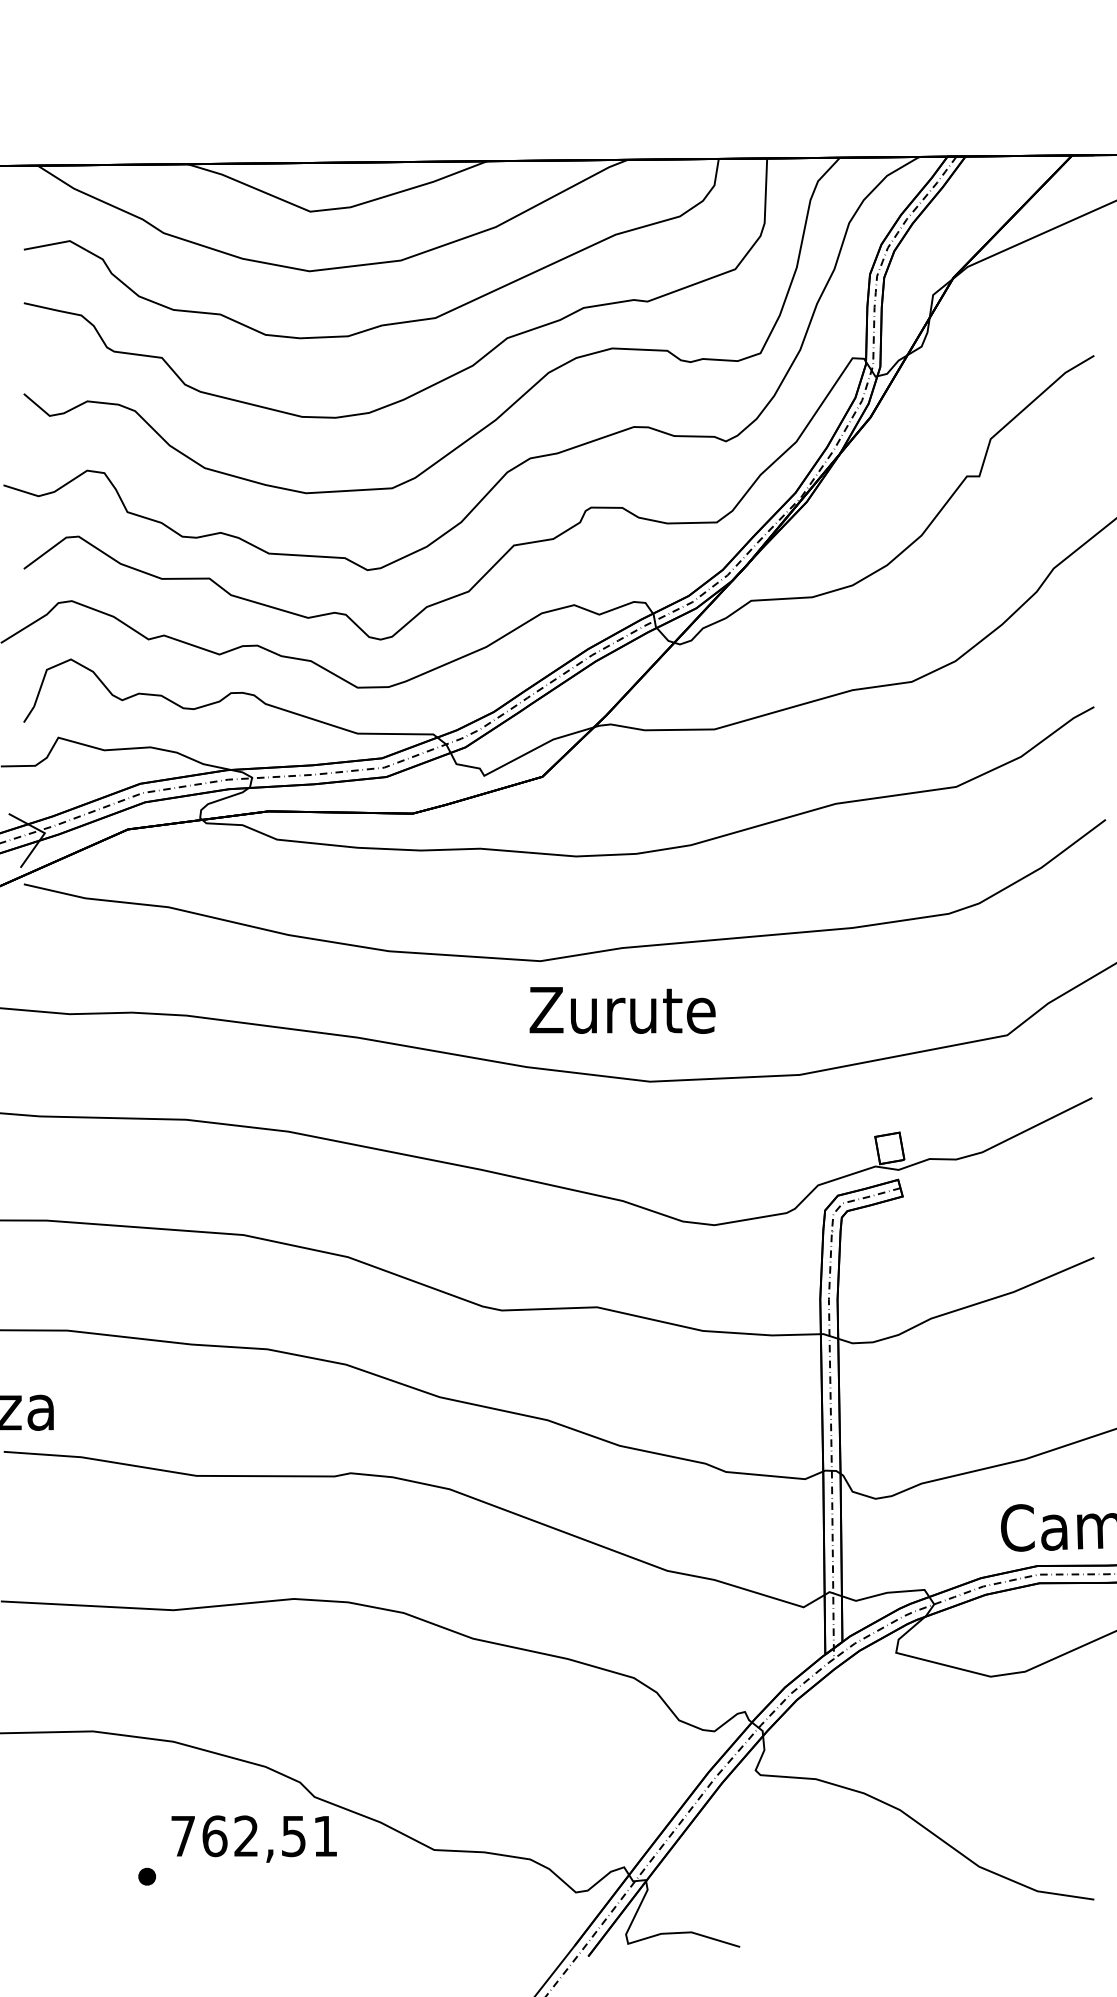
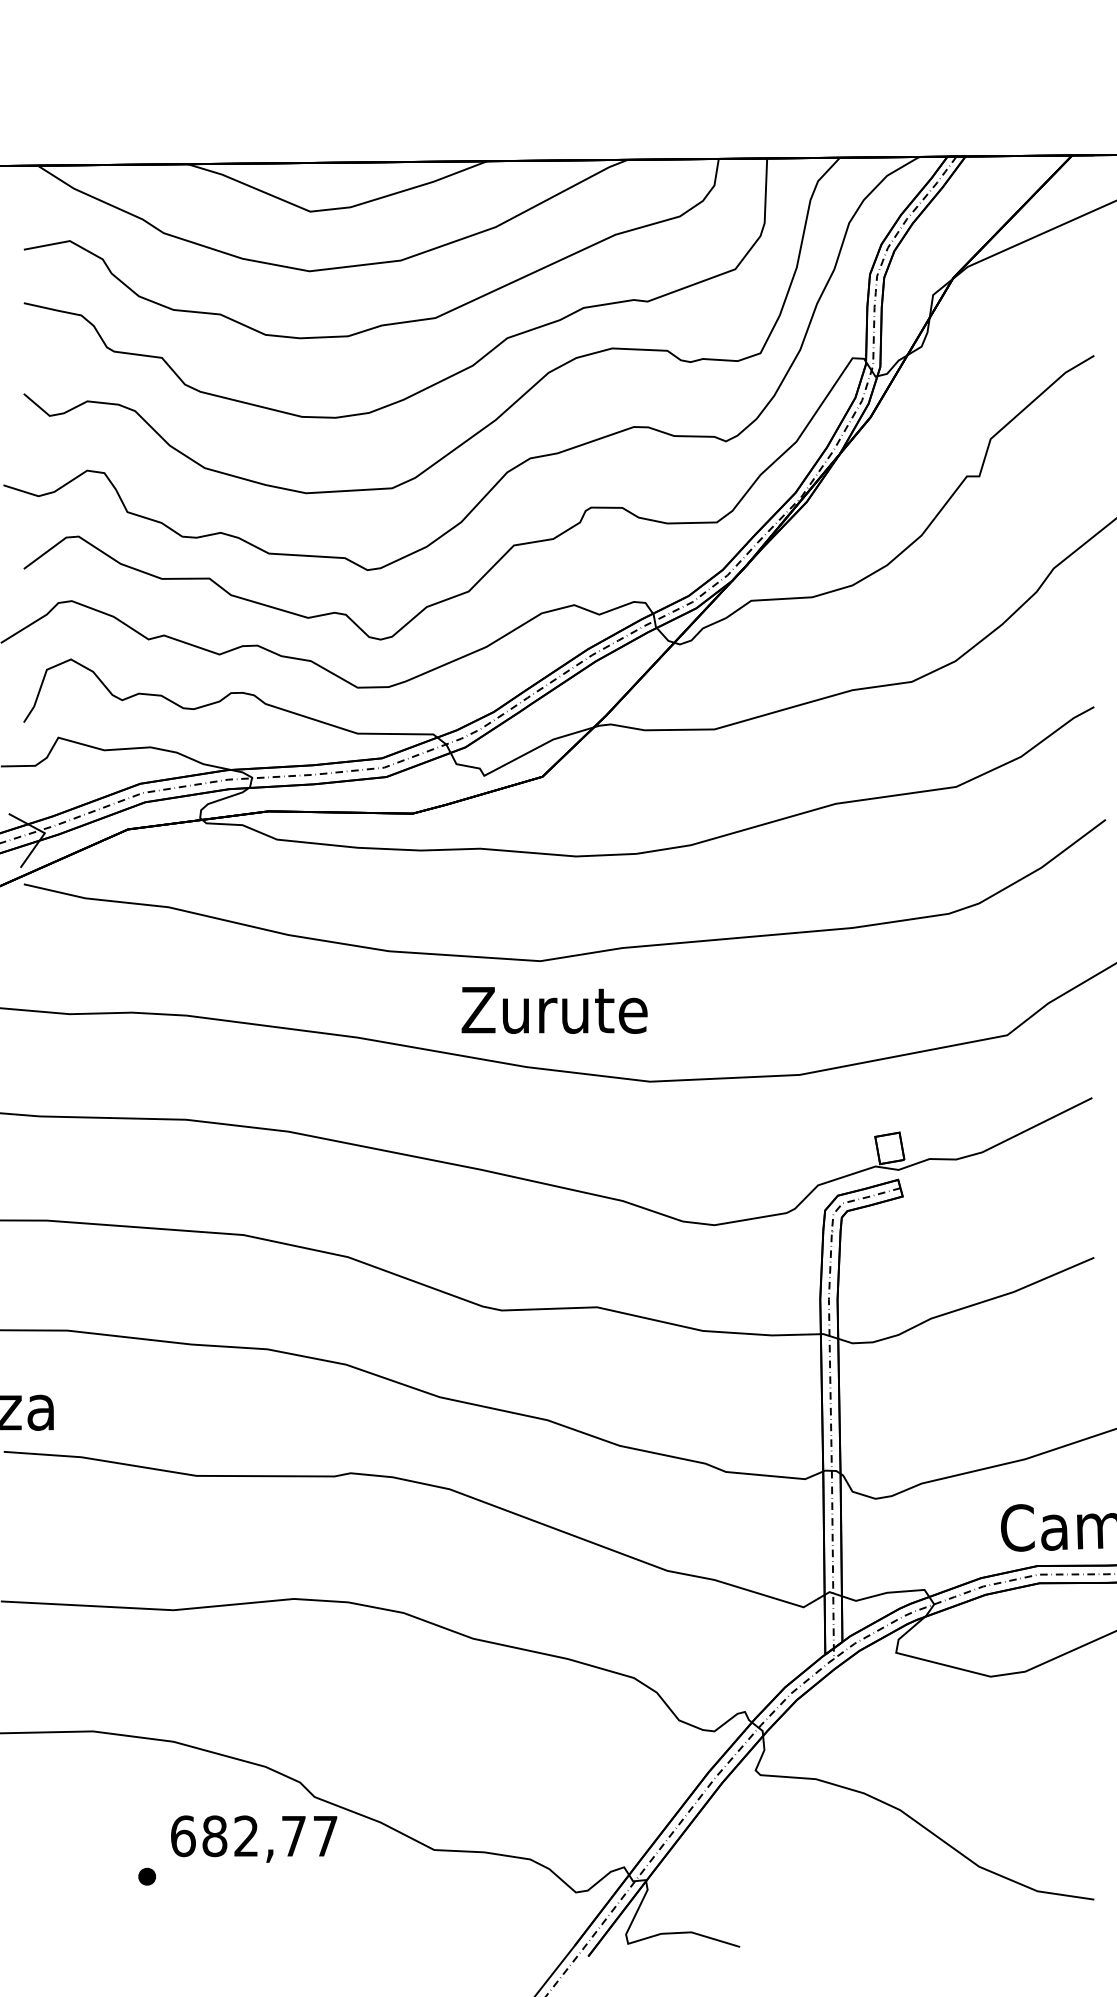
text at (622, 1010) position: (622, 1010) -> (554, 1010)
text at (254, 1836): 762,51 -> 682,77
